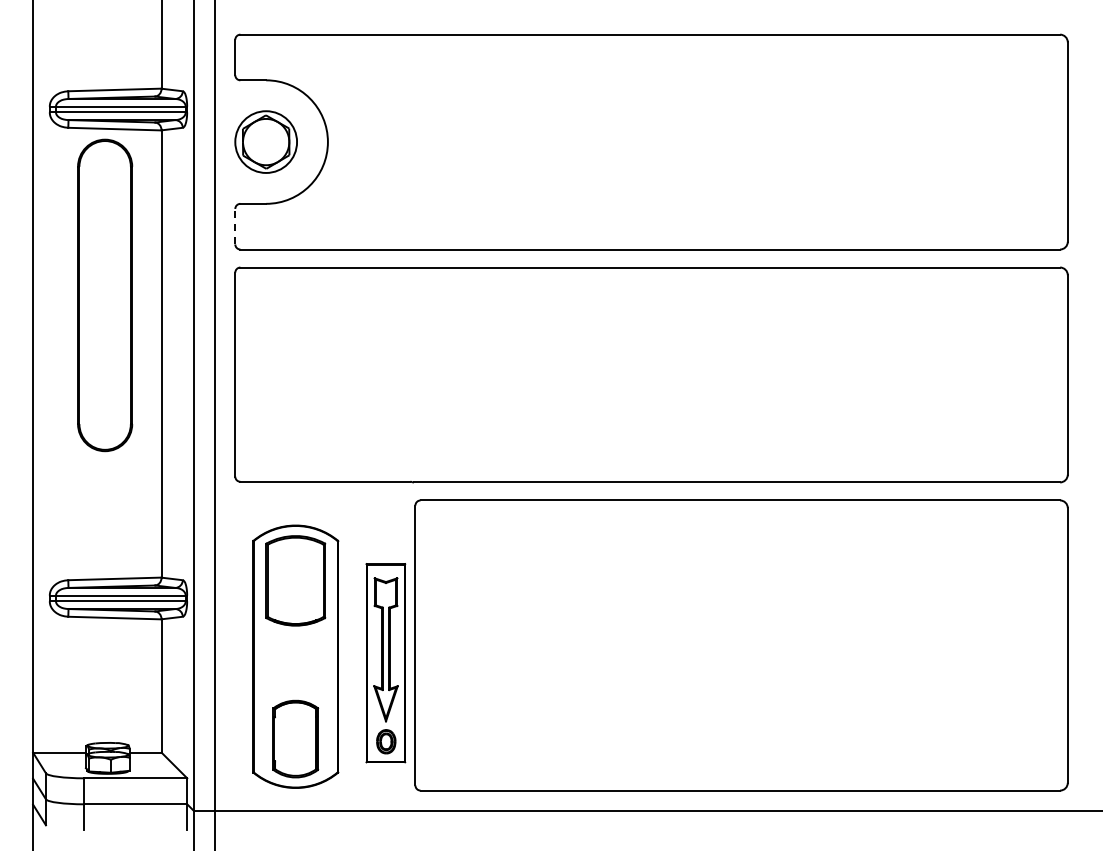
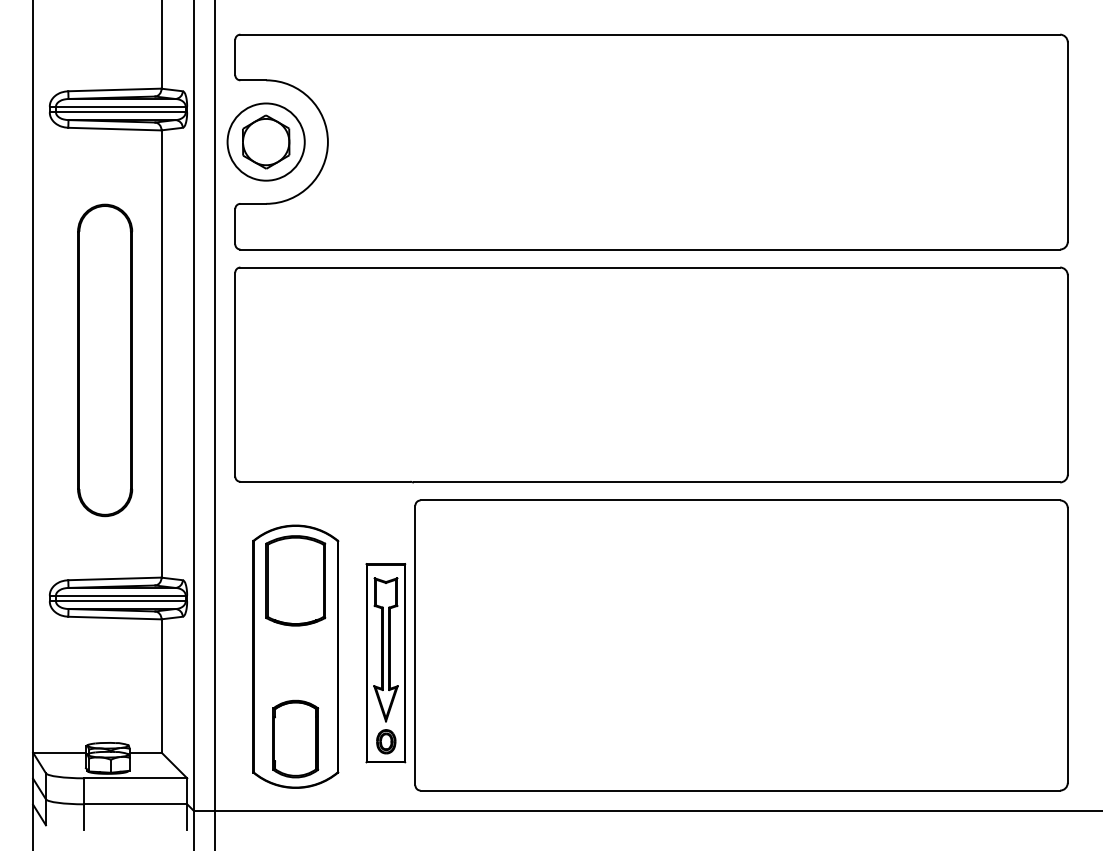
circle at (266, 141) diameter: 62 px -> 77 px
line at (235, 226): dashed -> solid
part at (105, 295) position: (105, 295) -> (105, 360)
